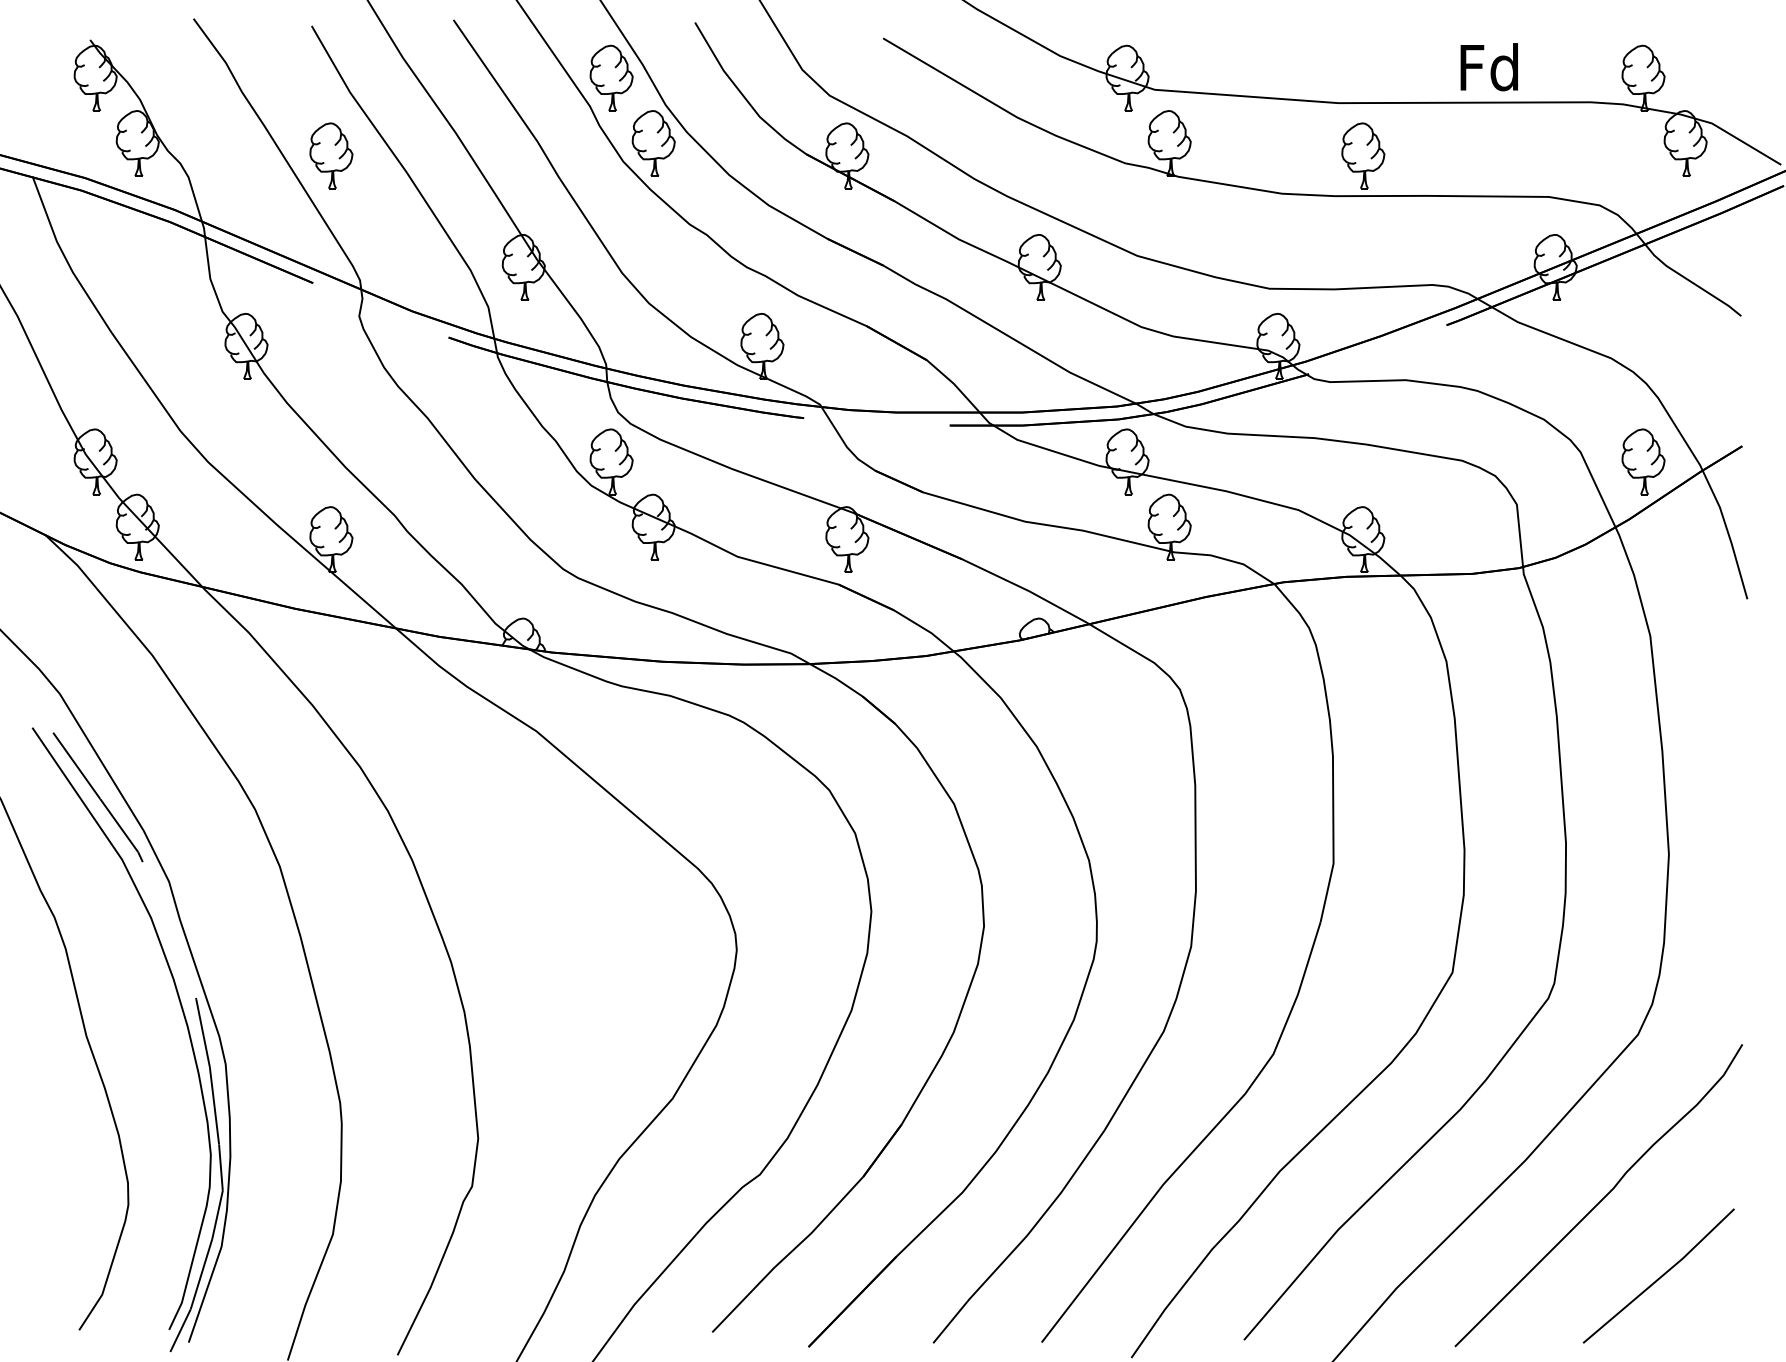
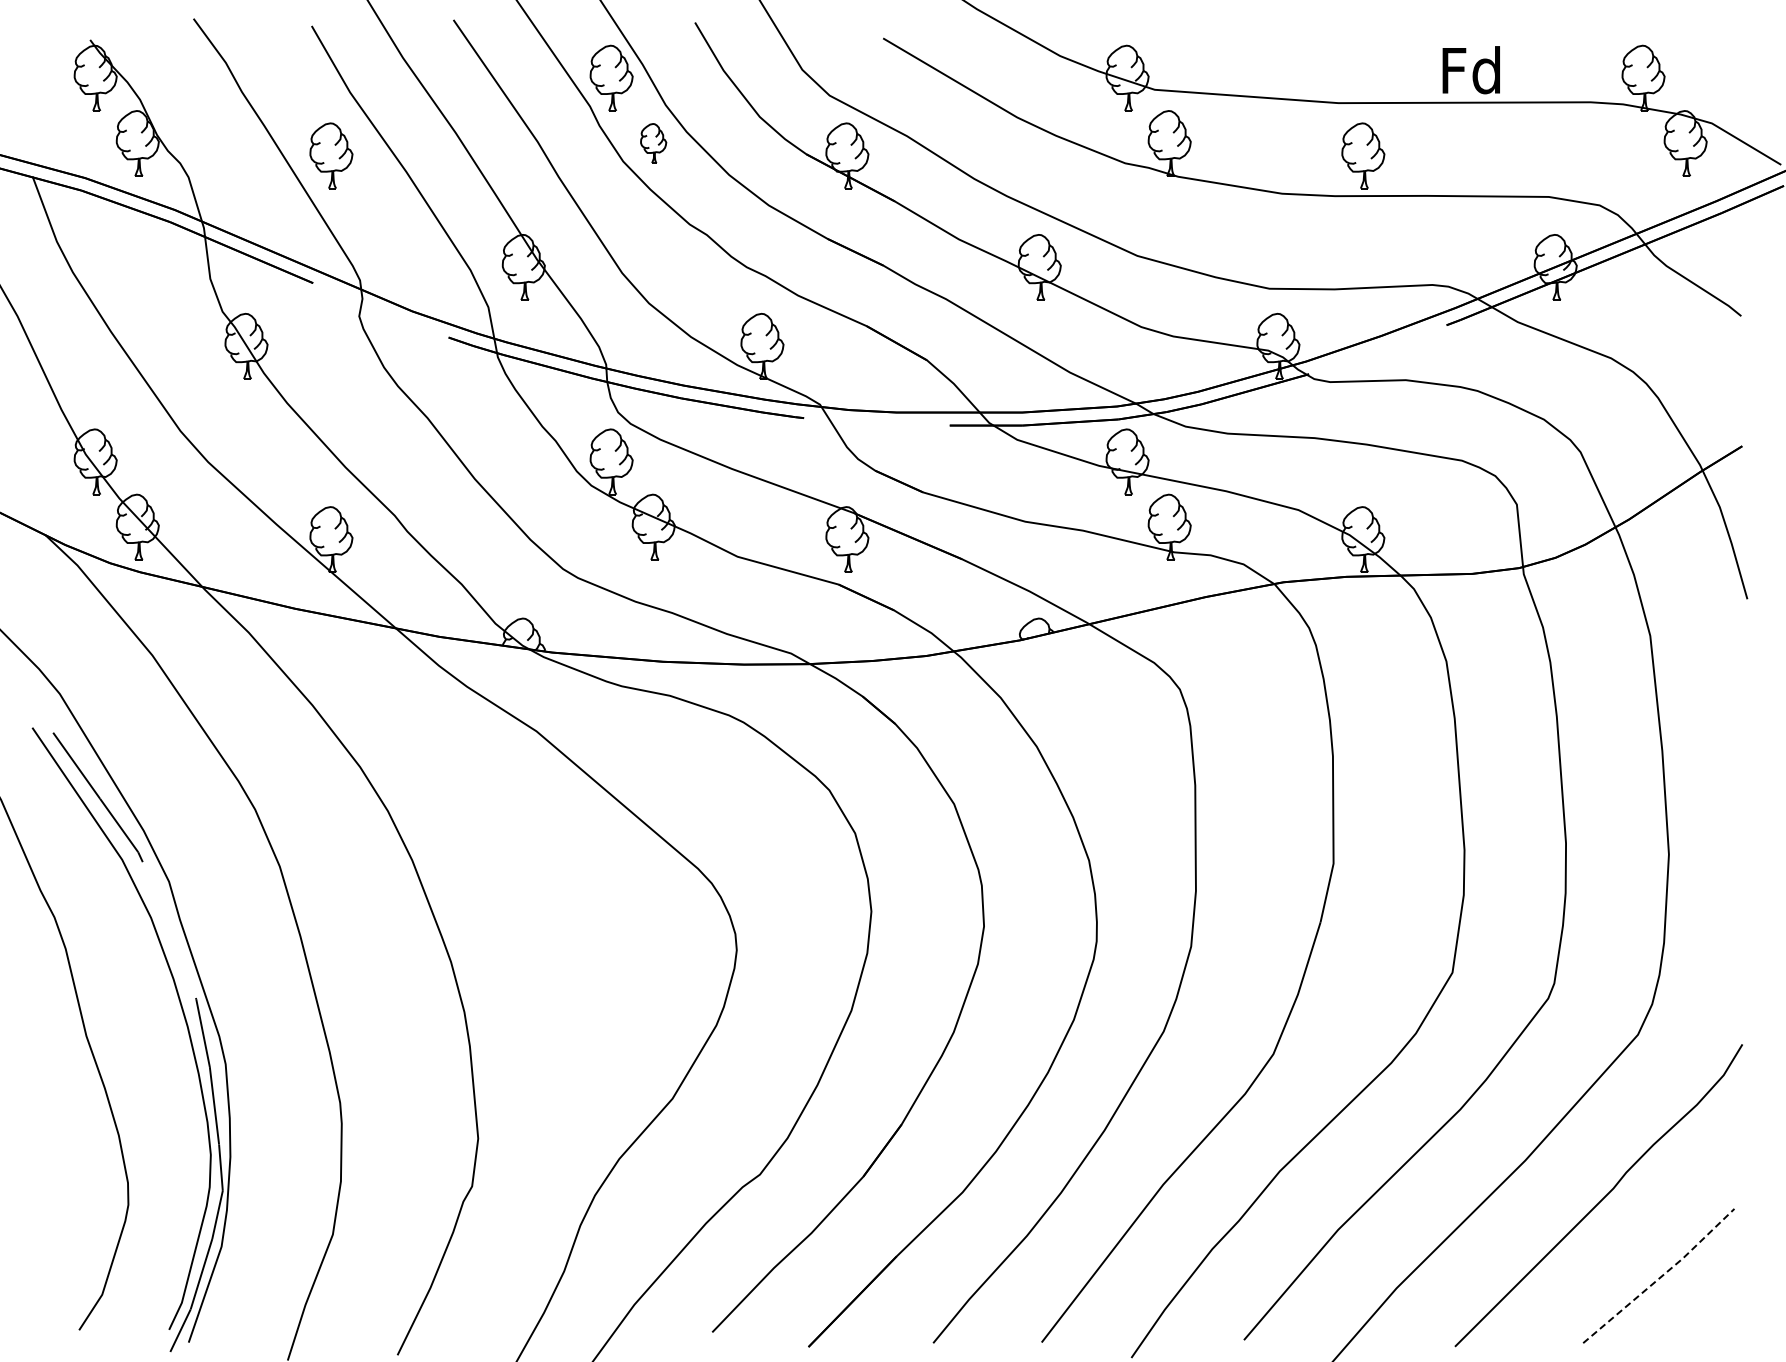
text at (1488, 67) position: (1488, 67) -> (1470, 70)
part at (653, 143) size: 45x67 px -> 28x41 px
part at (1643, 461): present -> none
line at (1660, 1277): solid -> dashed
